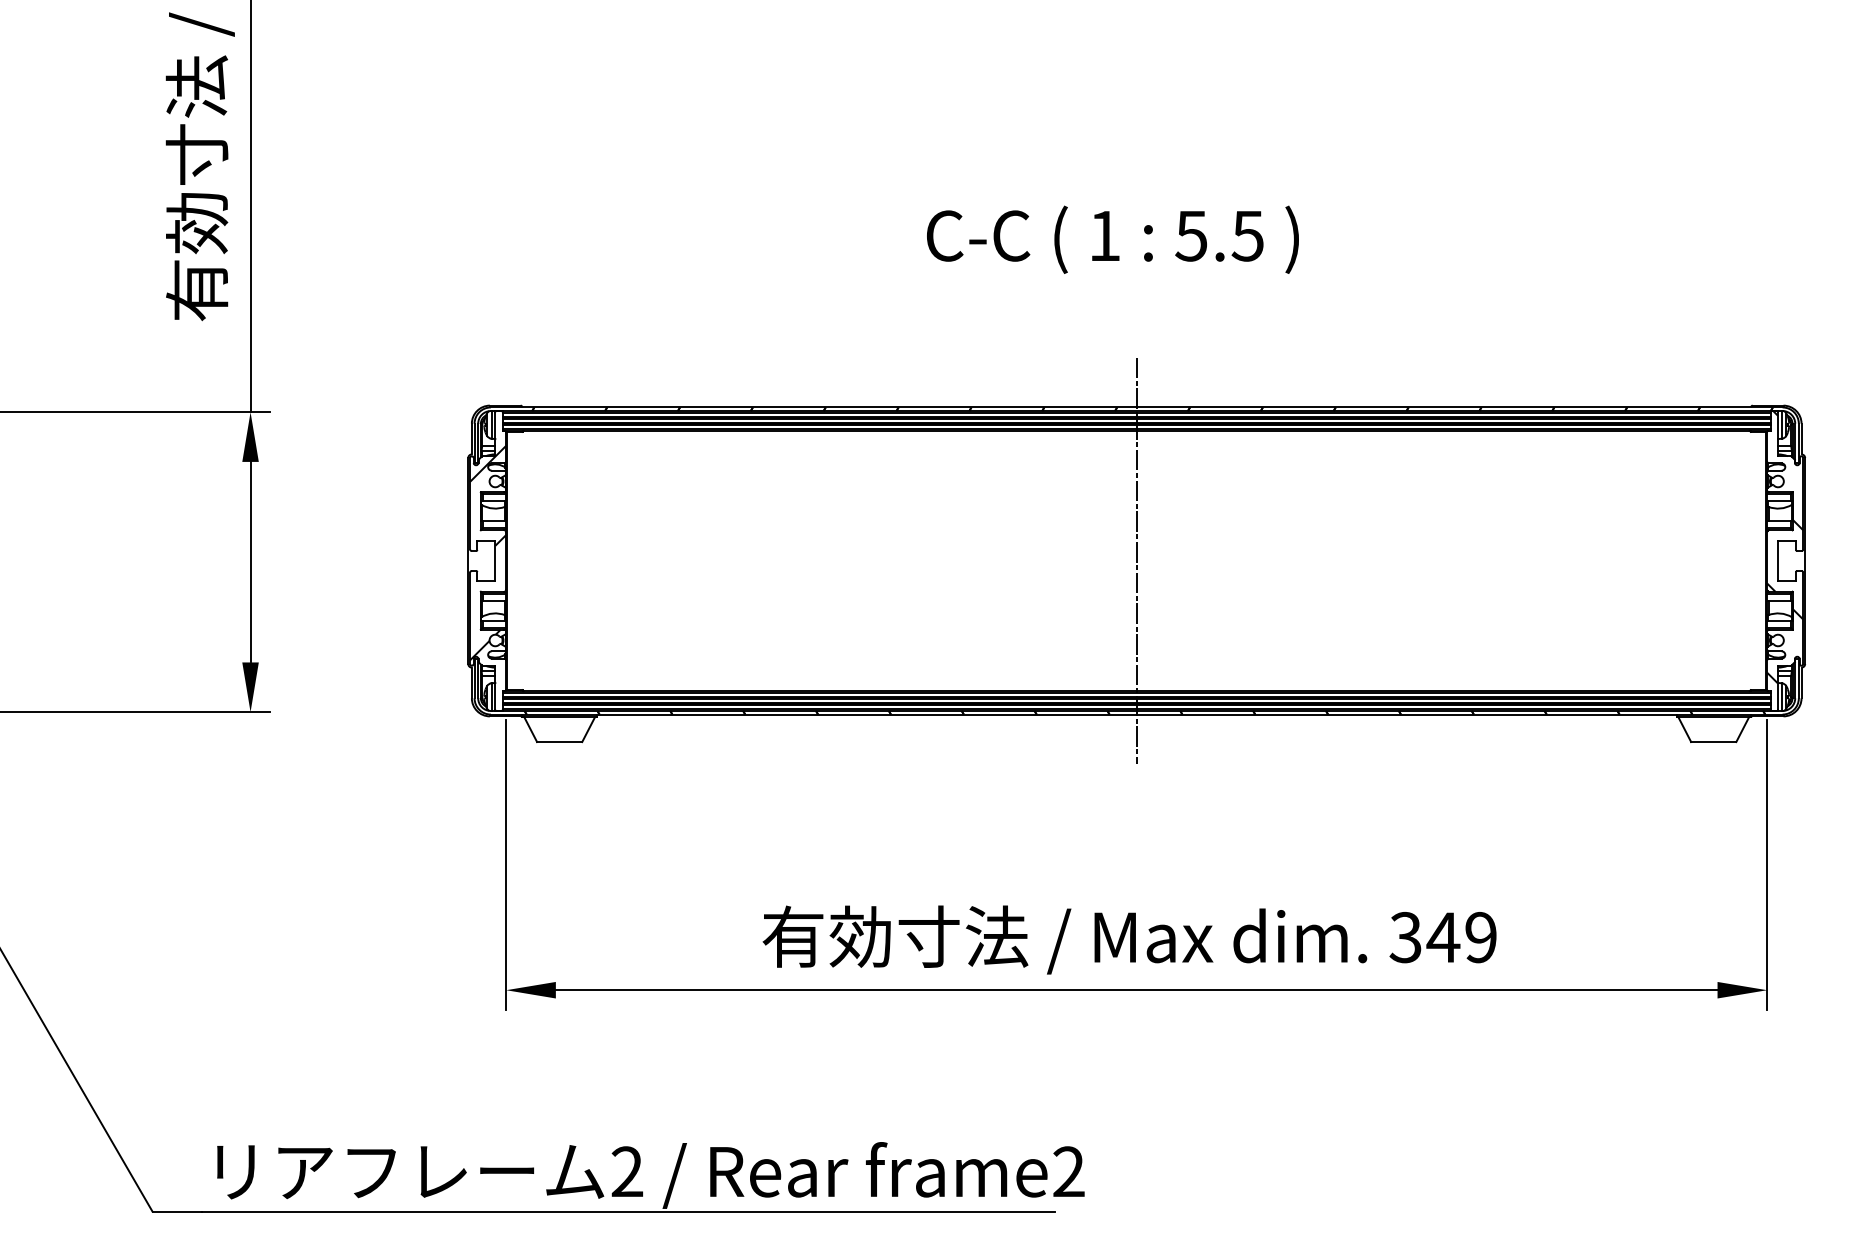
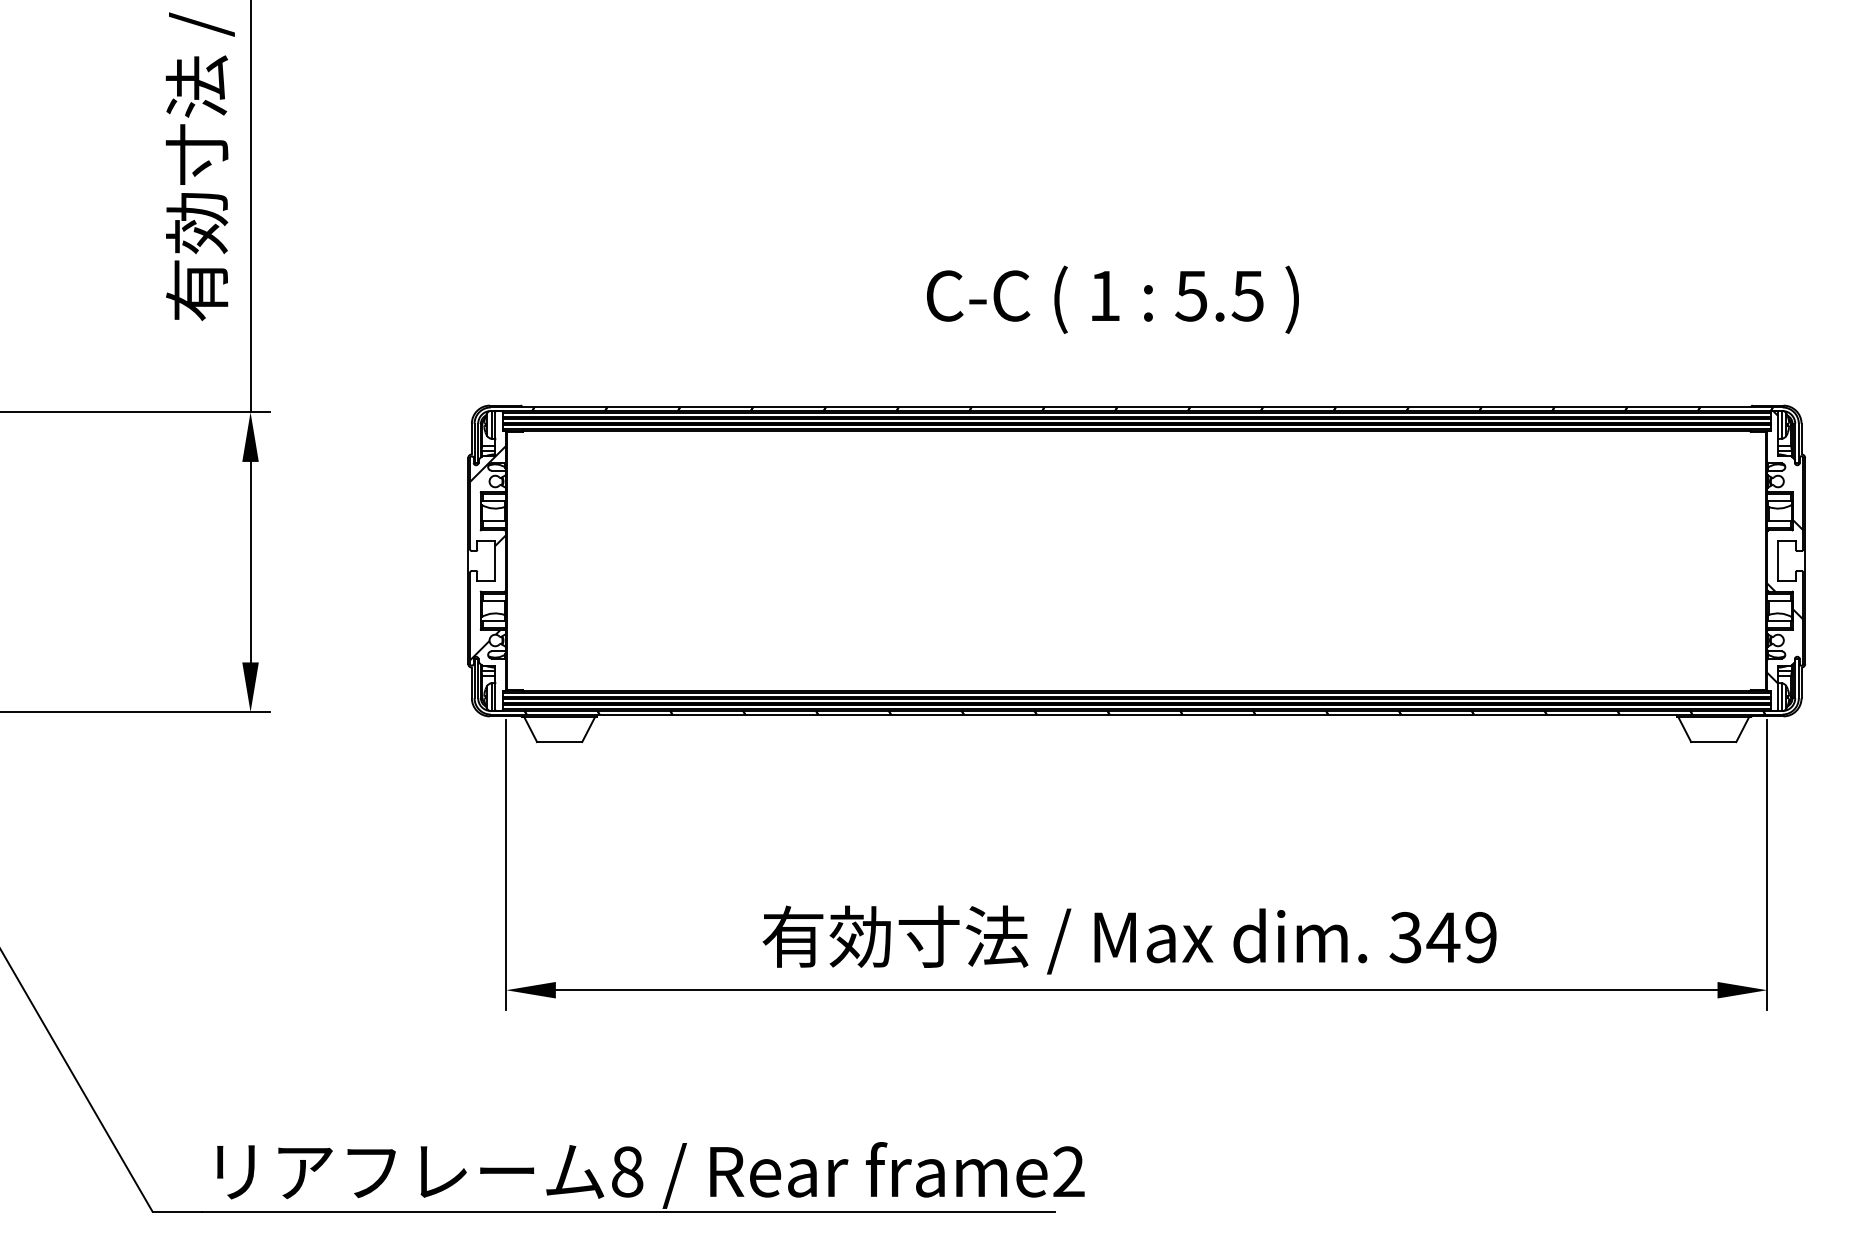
text at (1112, 239) position: (1112, 239) -> (1112, 299)
line at (1136, 560): present -> none
text at (627, 1171): 2 -> 8
